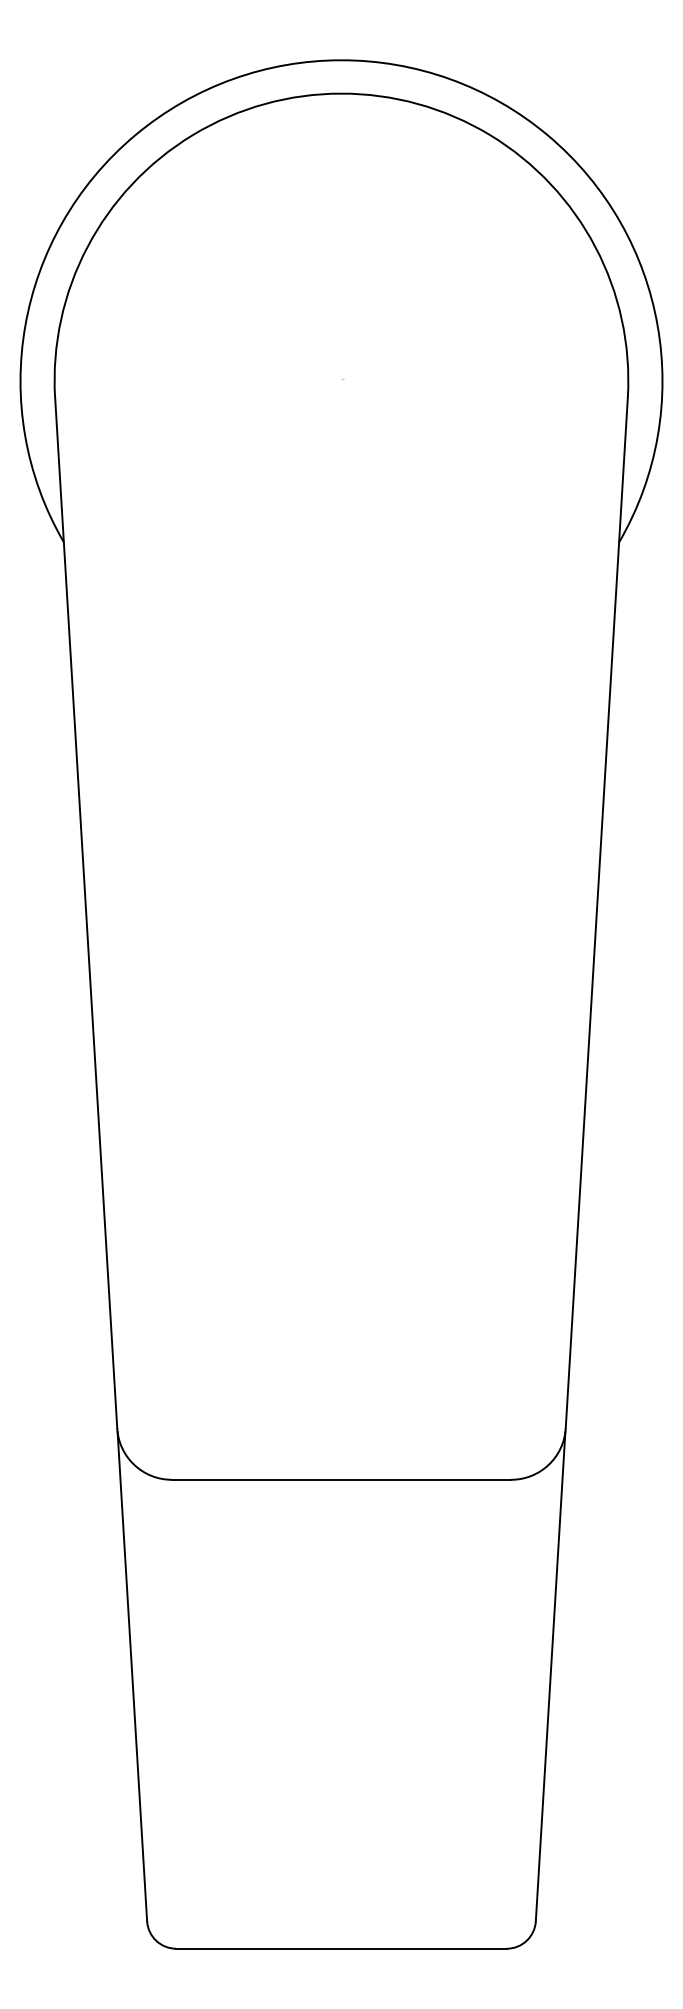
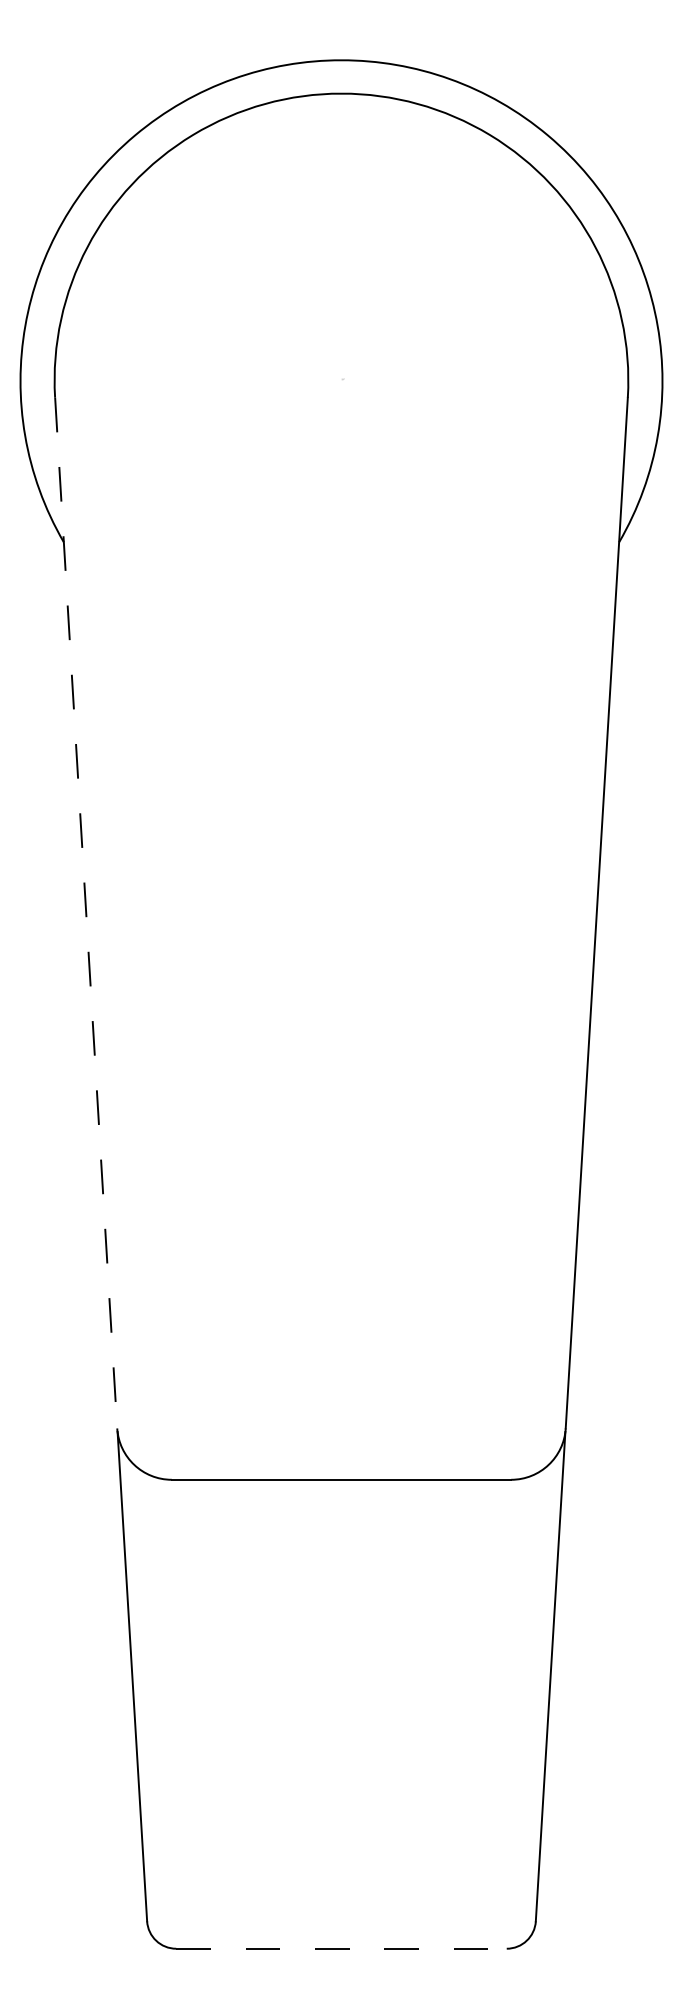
line at (86, 913): solid -> dashed
line at (341, 1948): solid -> dashed
